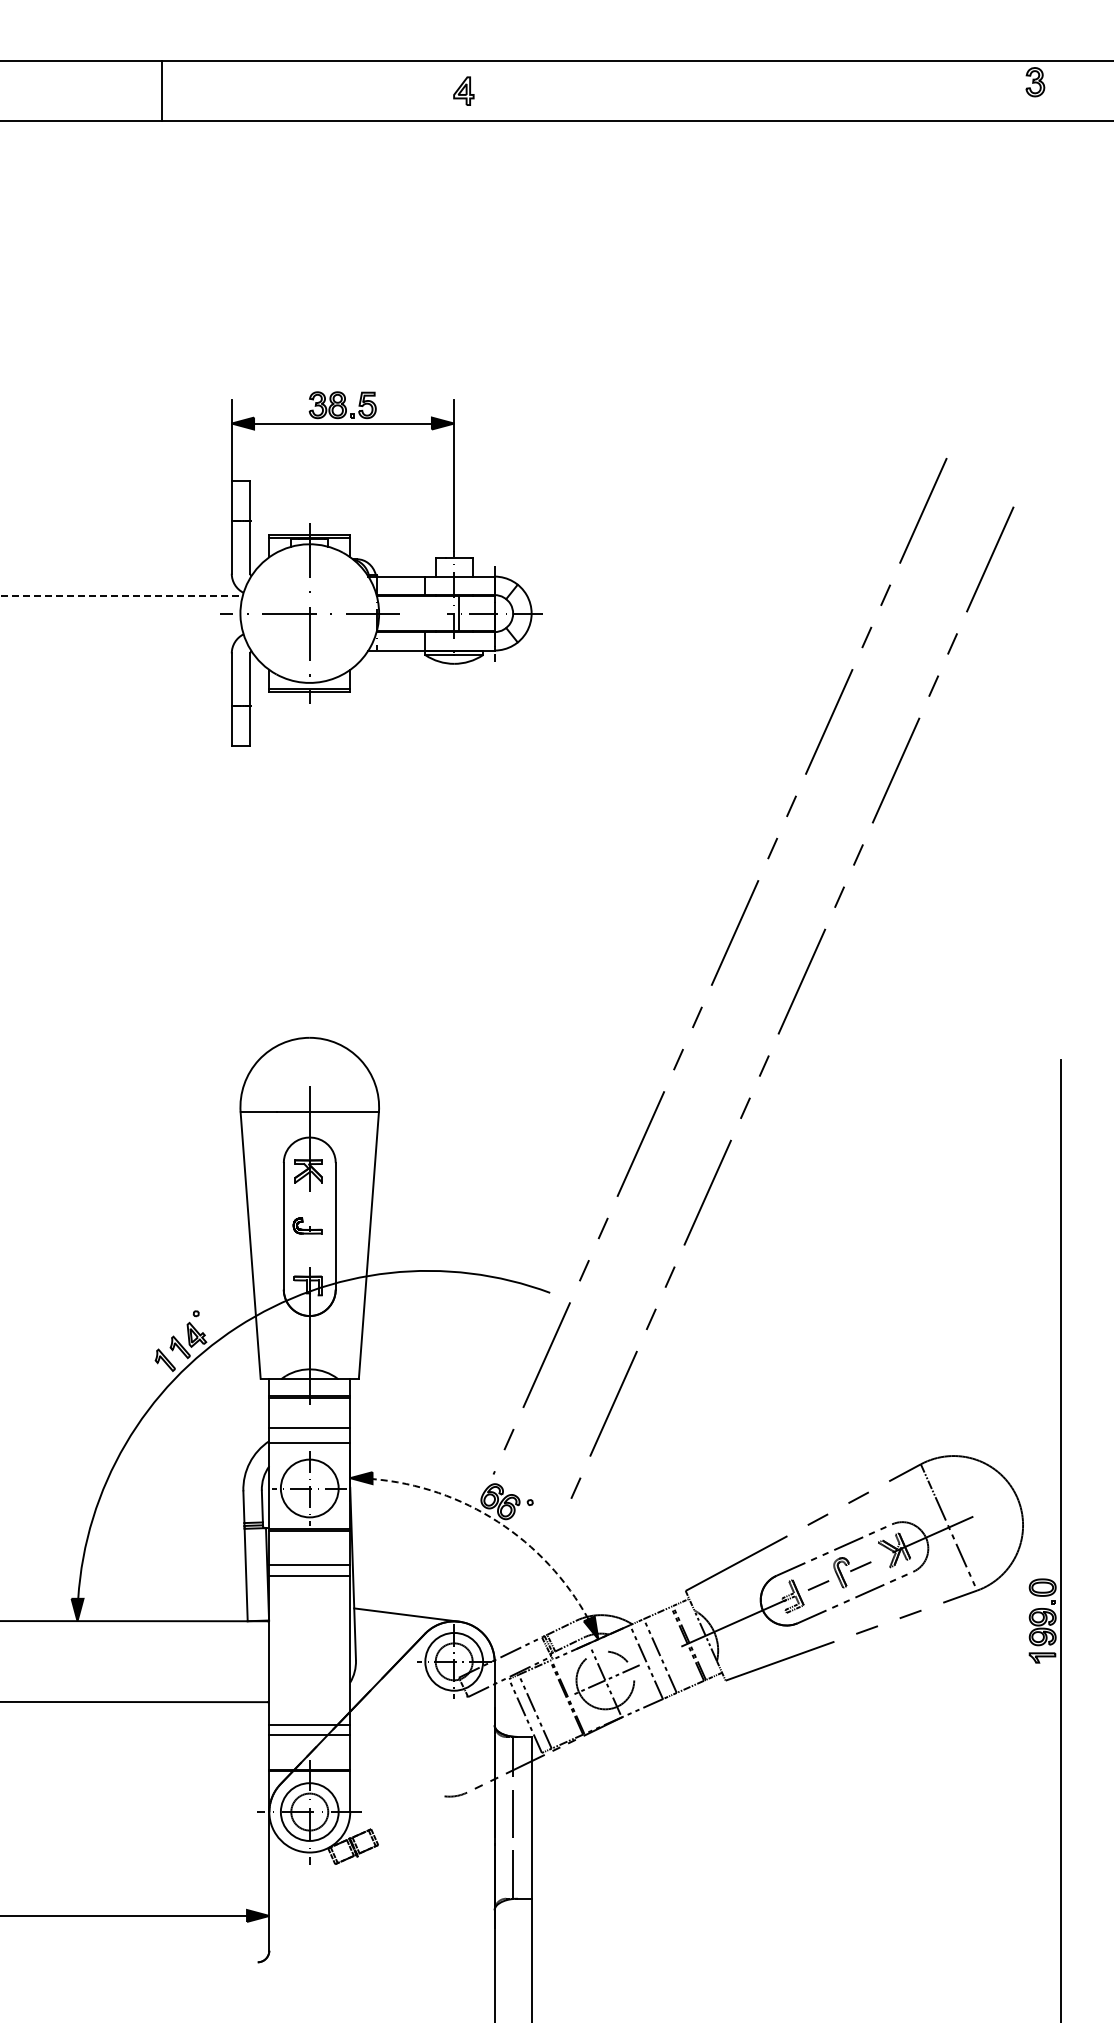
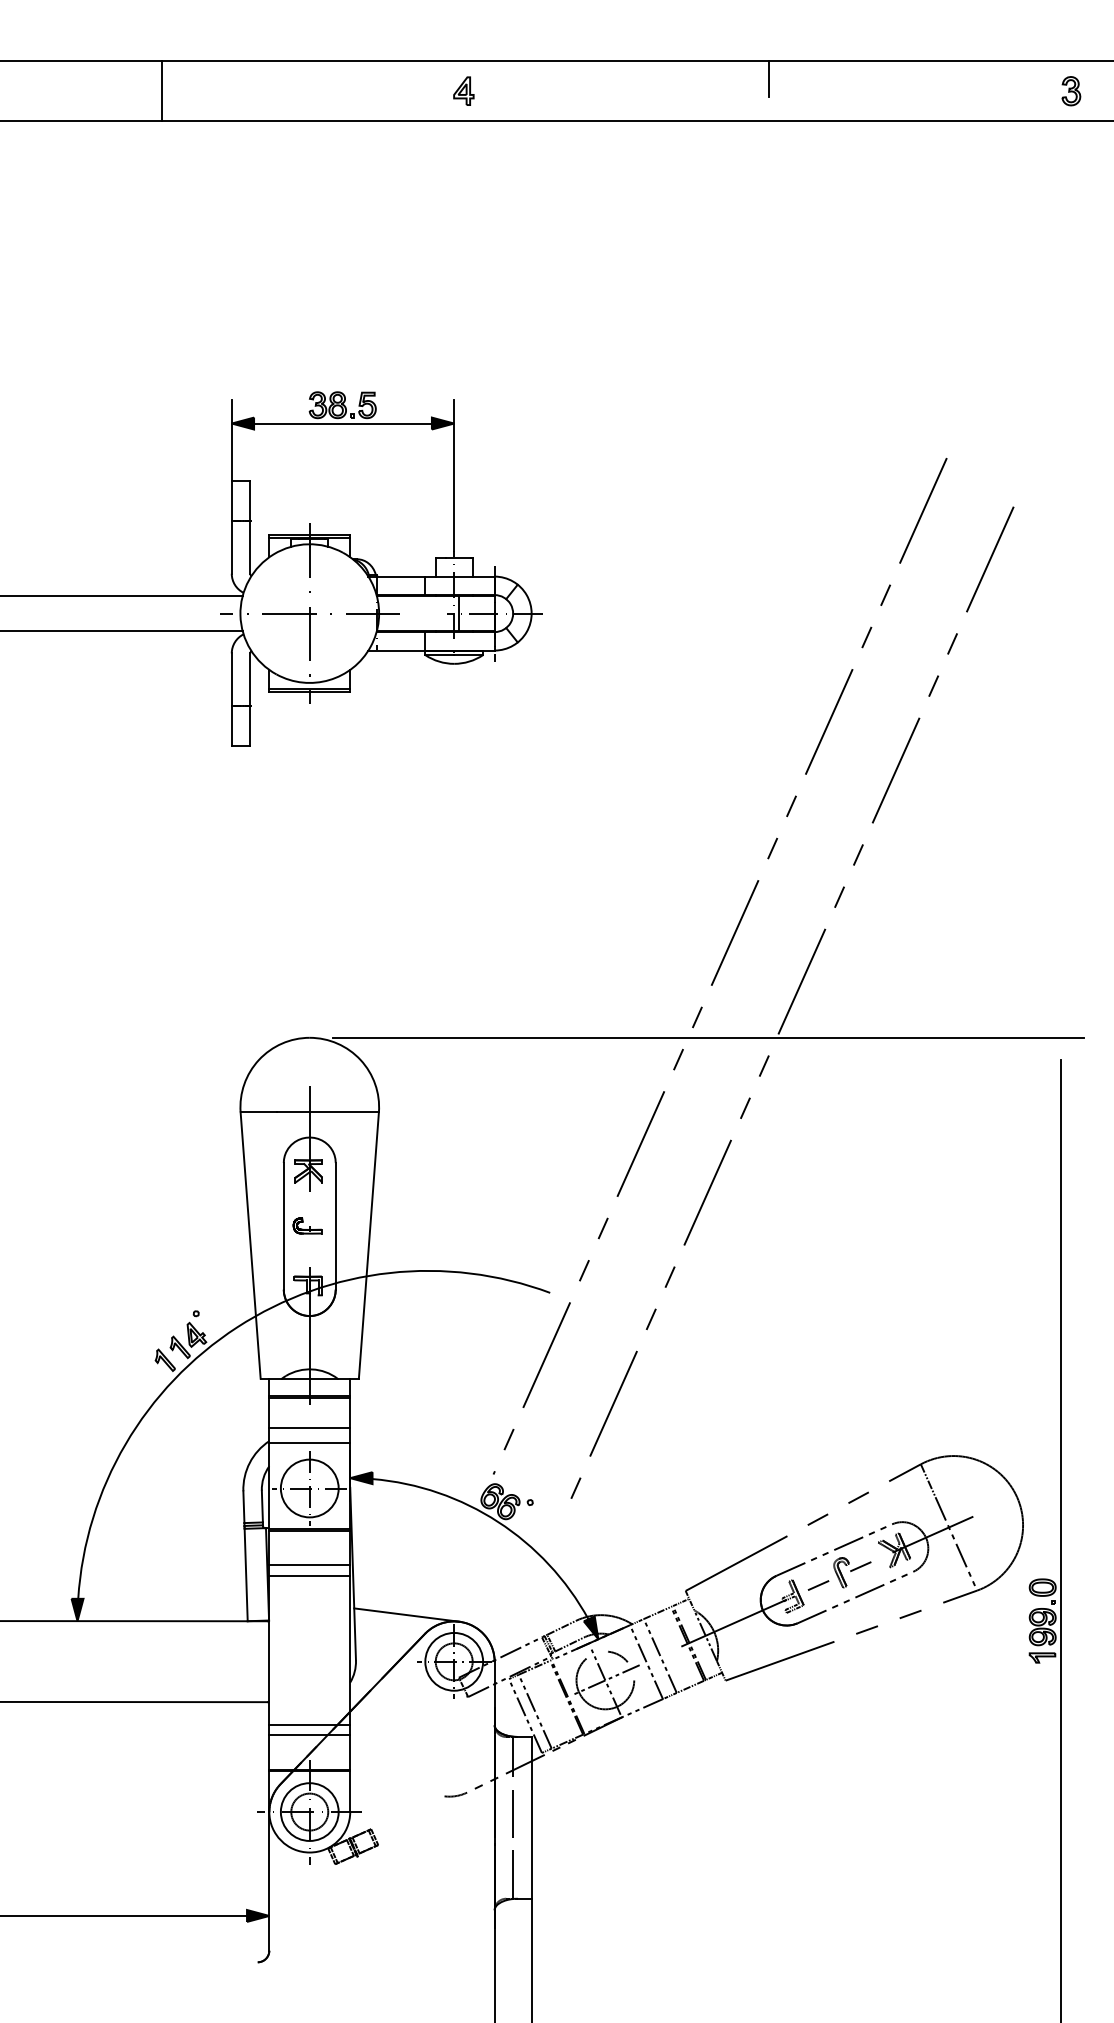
line at (768, 78): none -> present
part at (1035, 82) position: (1035, 82) -> (1071, 91)
line at (121, 596): dashed -> solid
line at (122, 630): none -> present
line at (708, 1037): none -> present
arc at (498, 1521): dashed -> solid
